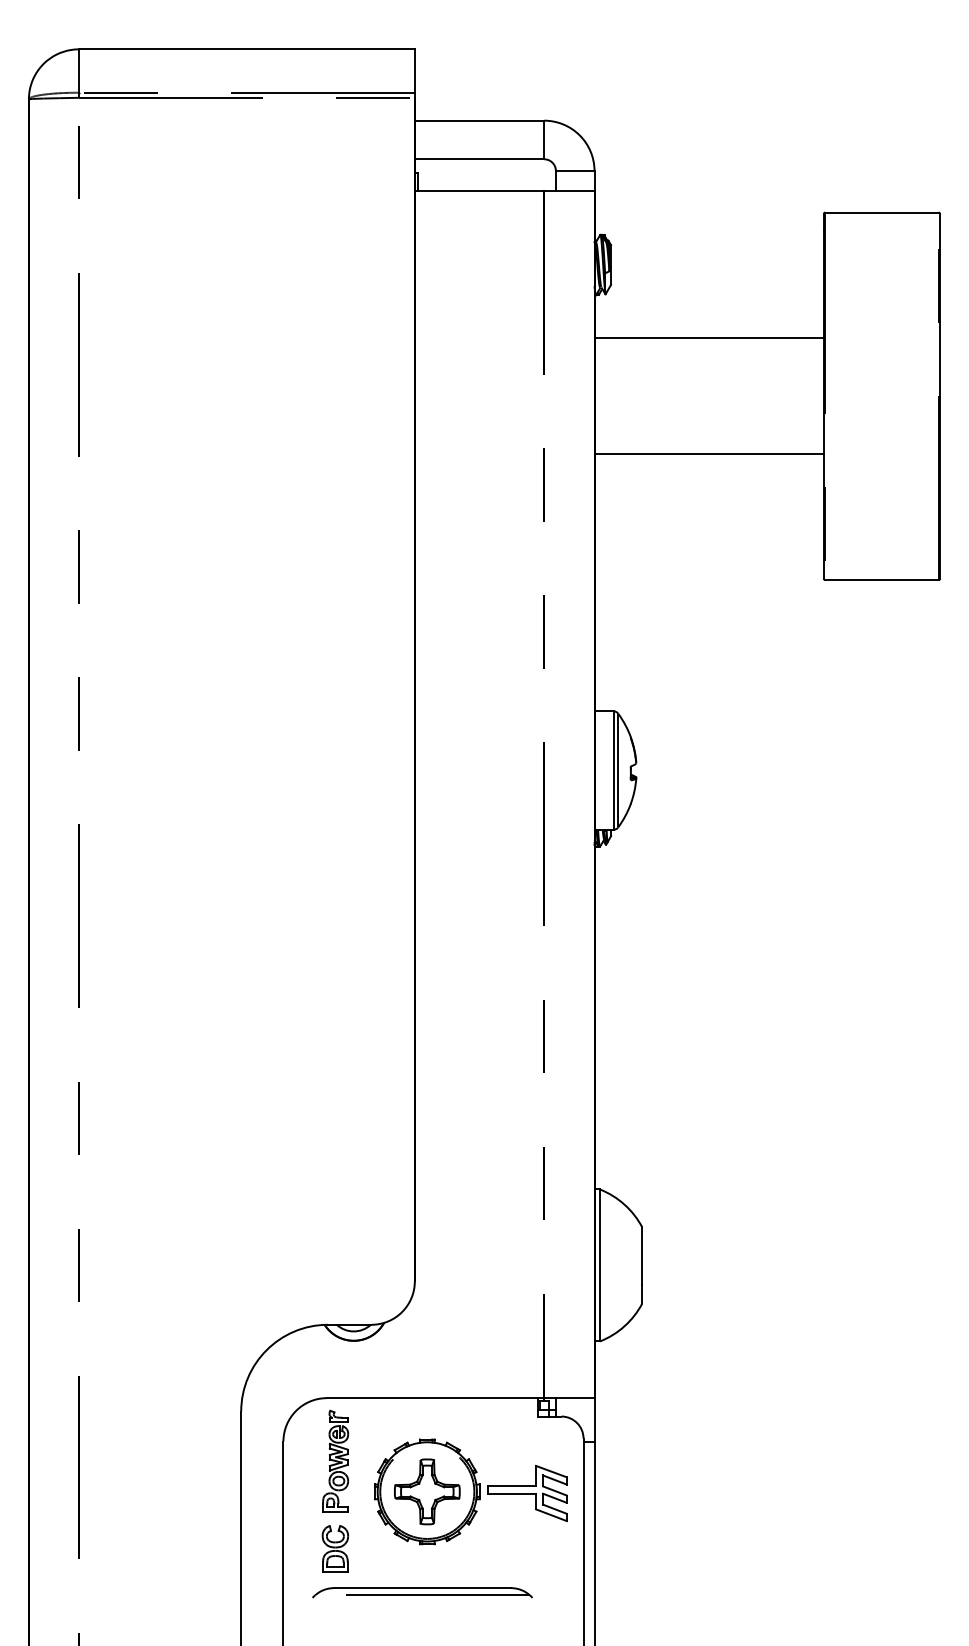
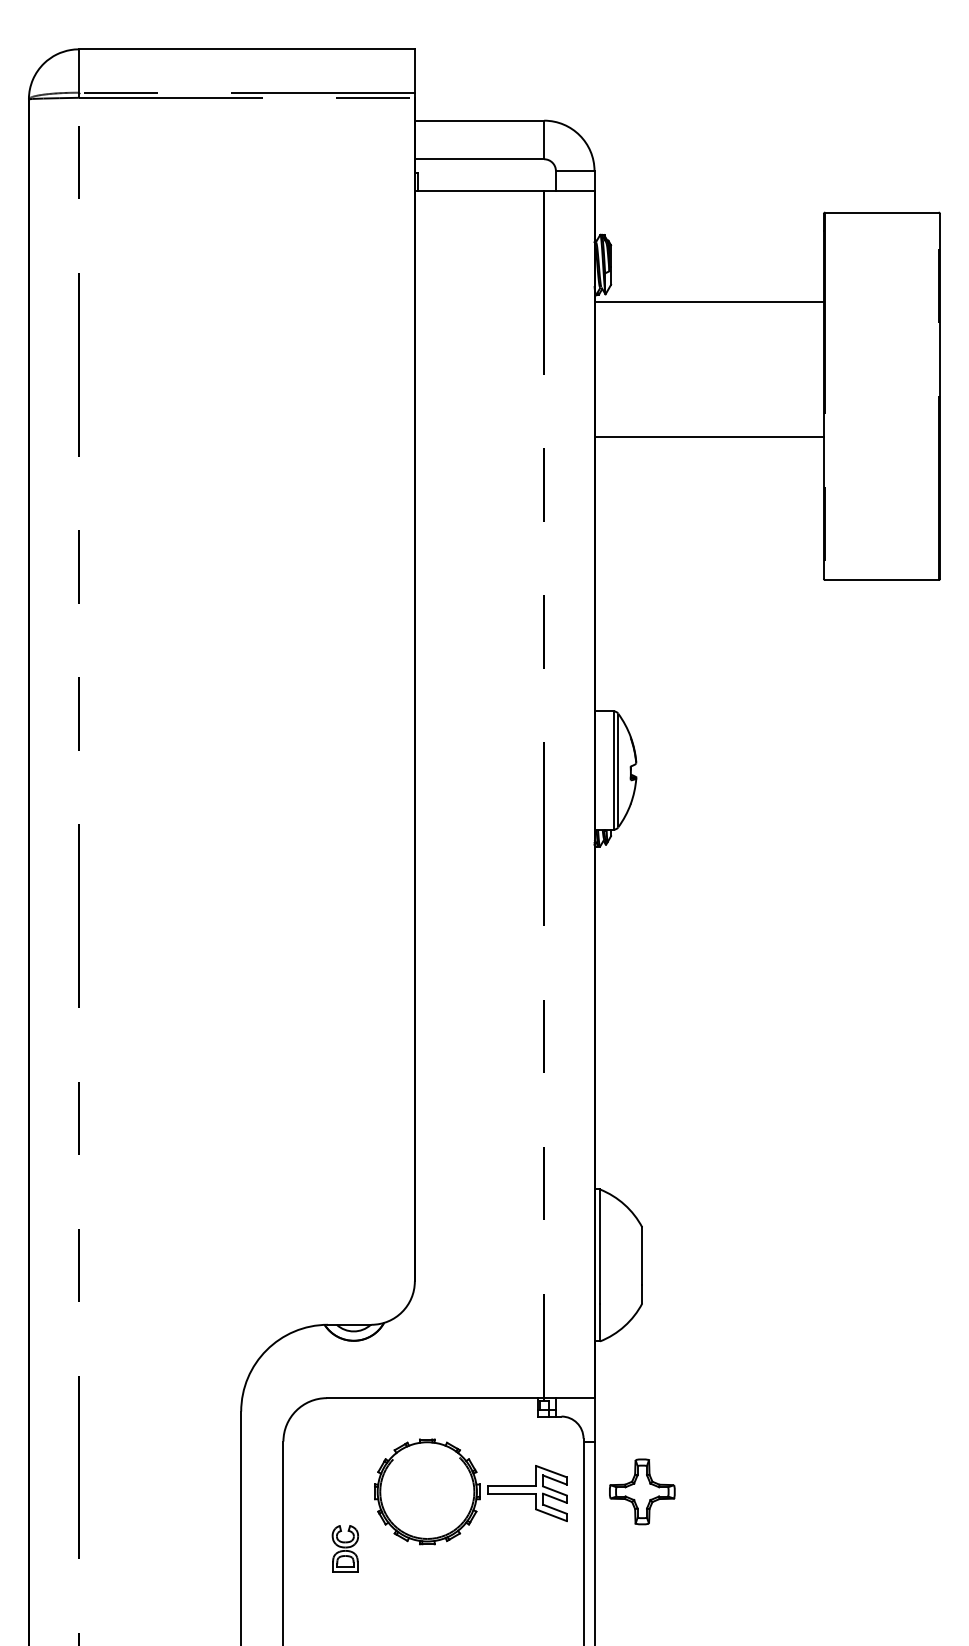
line at (708, 338) position: (708, 338) -> (708, 302)
line at (708, 454) position: (708, 454) -> (708, 437)
part at (335, 1460): present -> none
part at (427, 1491) position: (427, 1491) -> (642, 1491)
part at (334, 1548) position: (334, 1548) -> (344, 1548)
part at (422, 1592): present -> none
